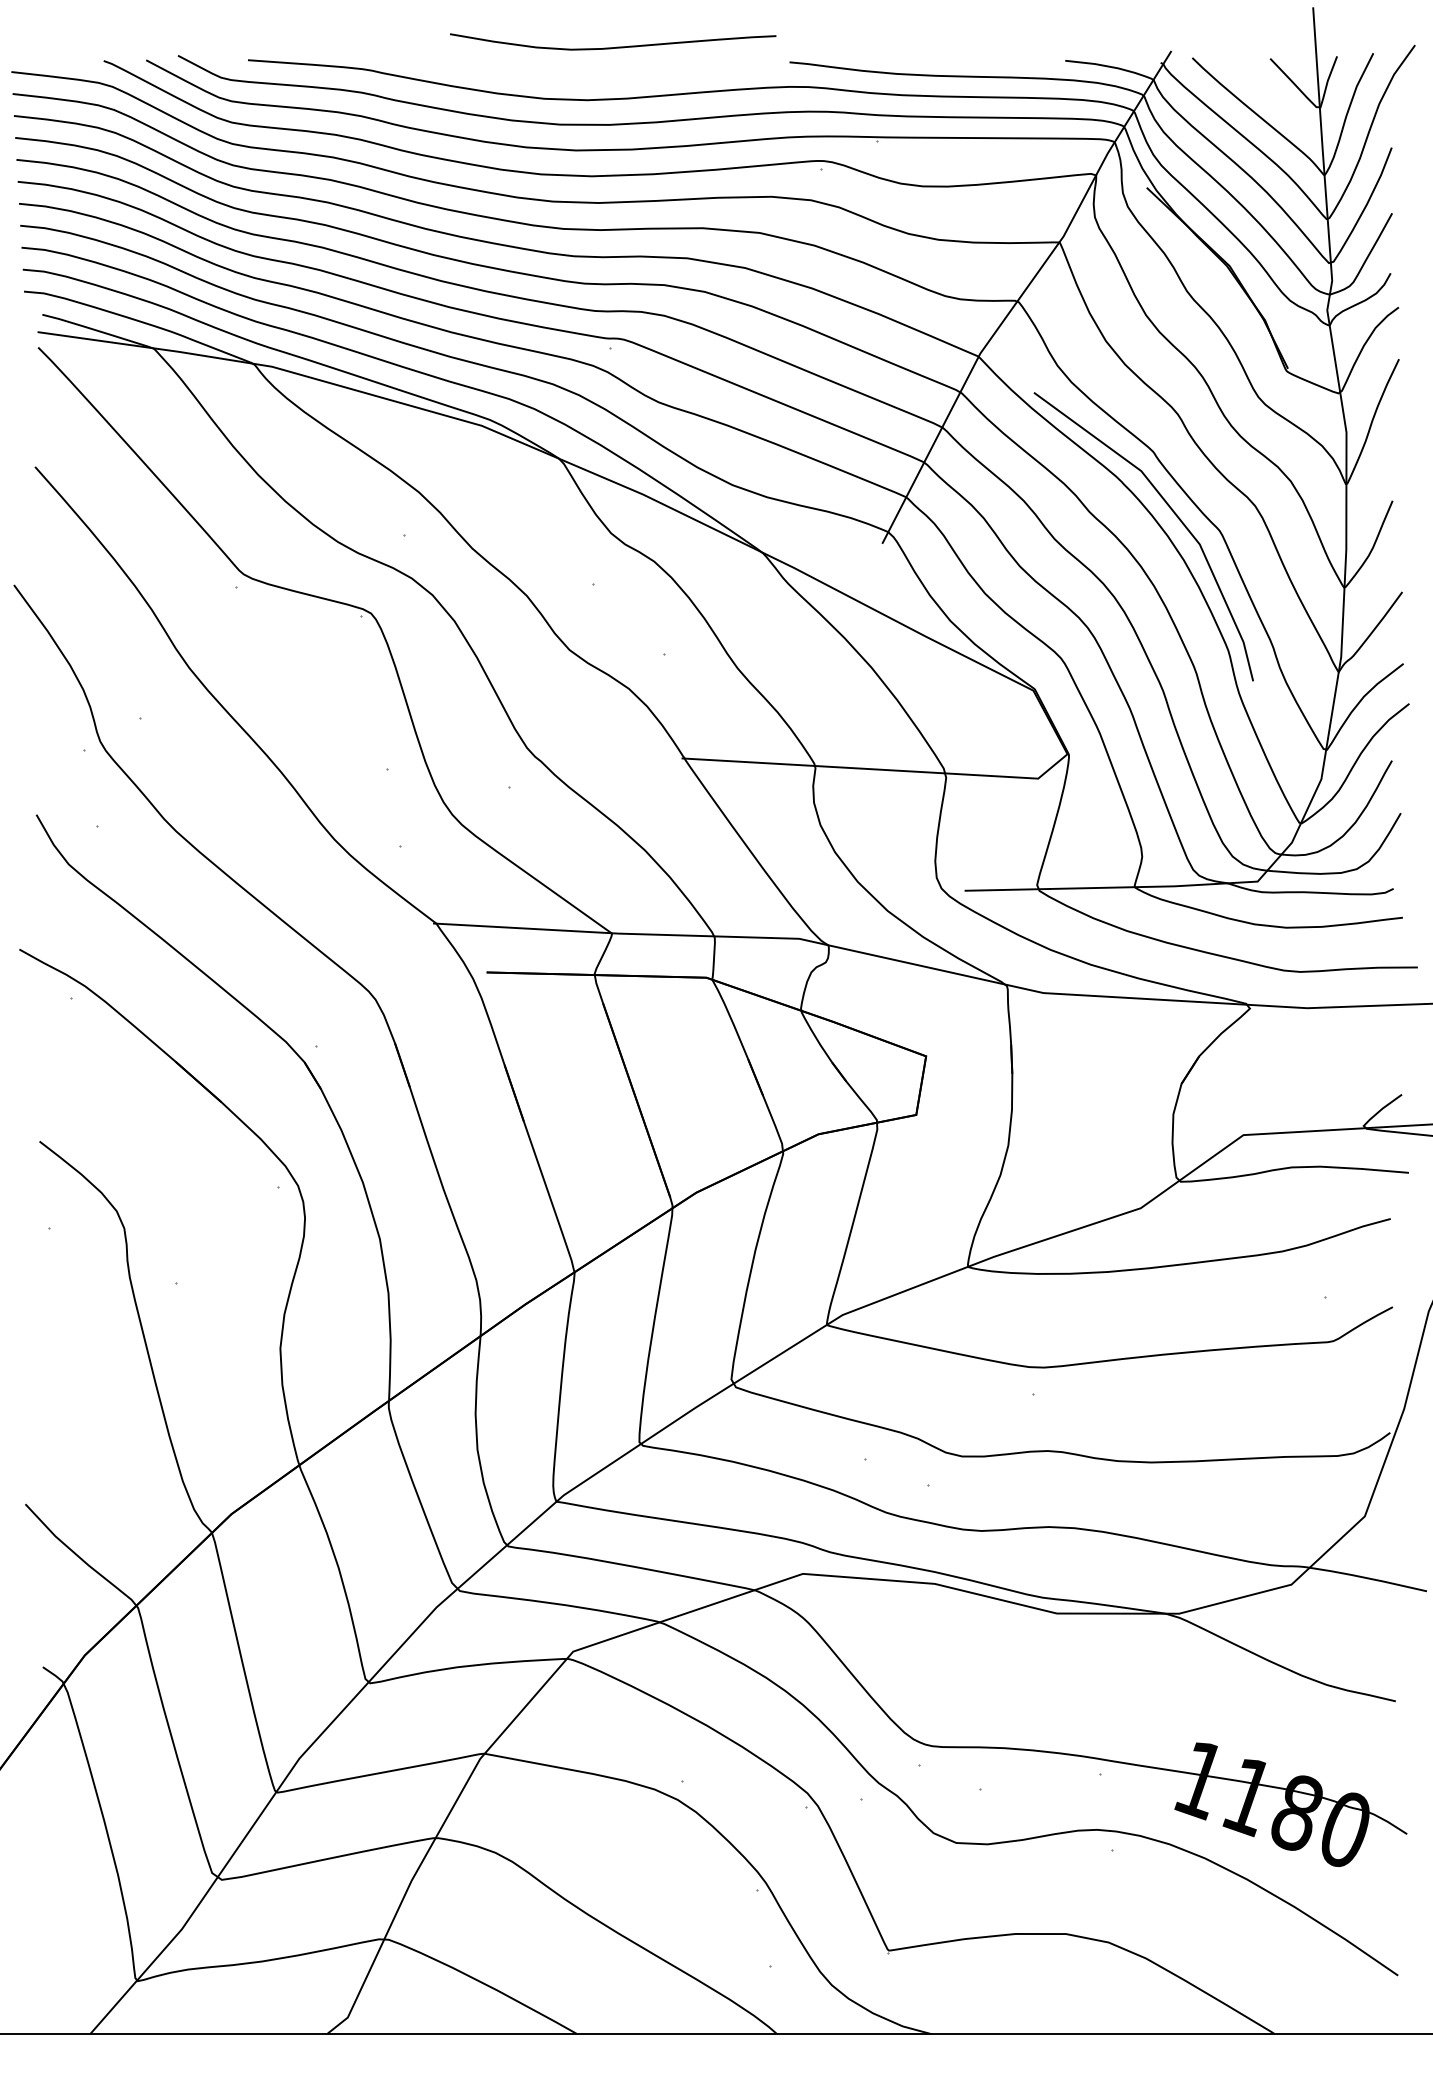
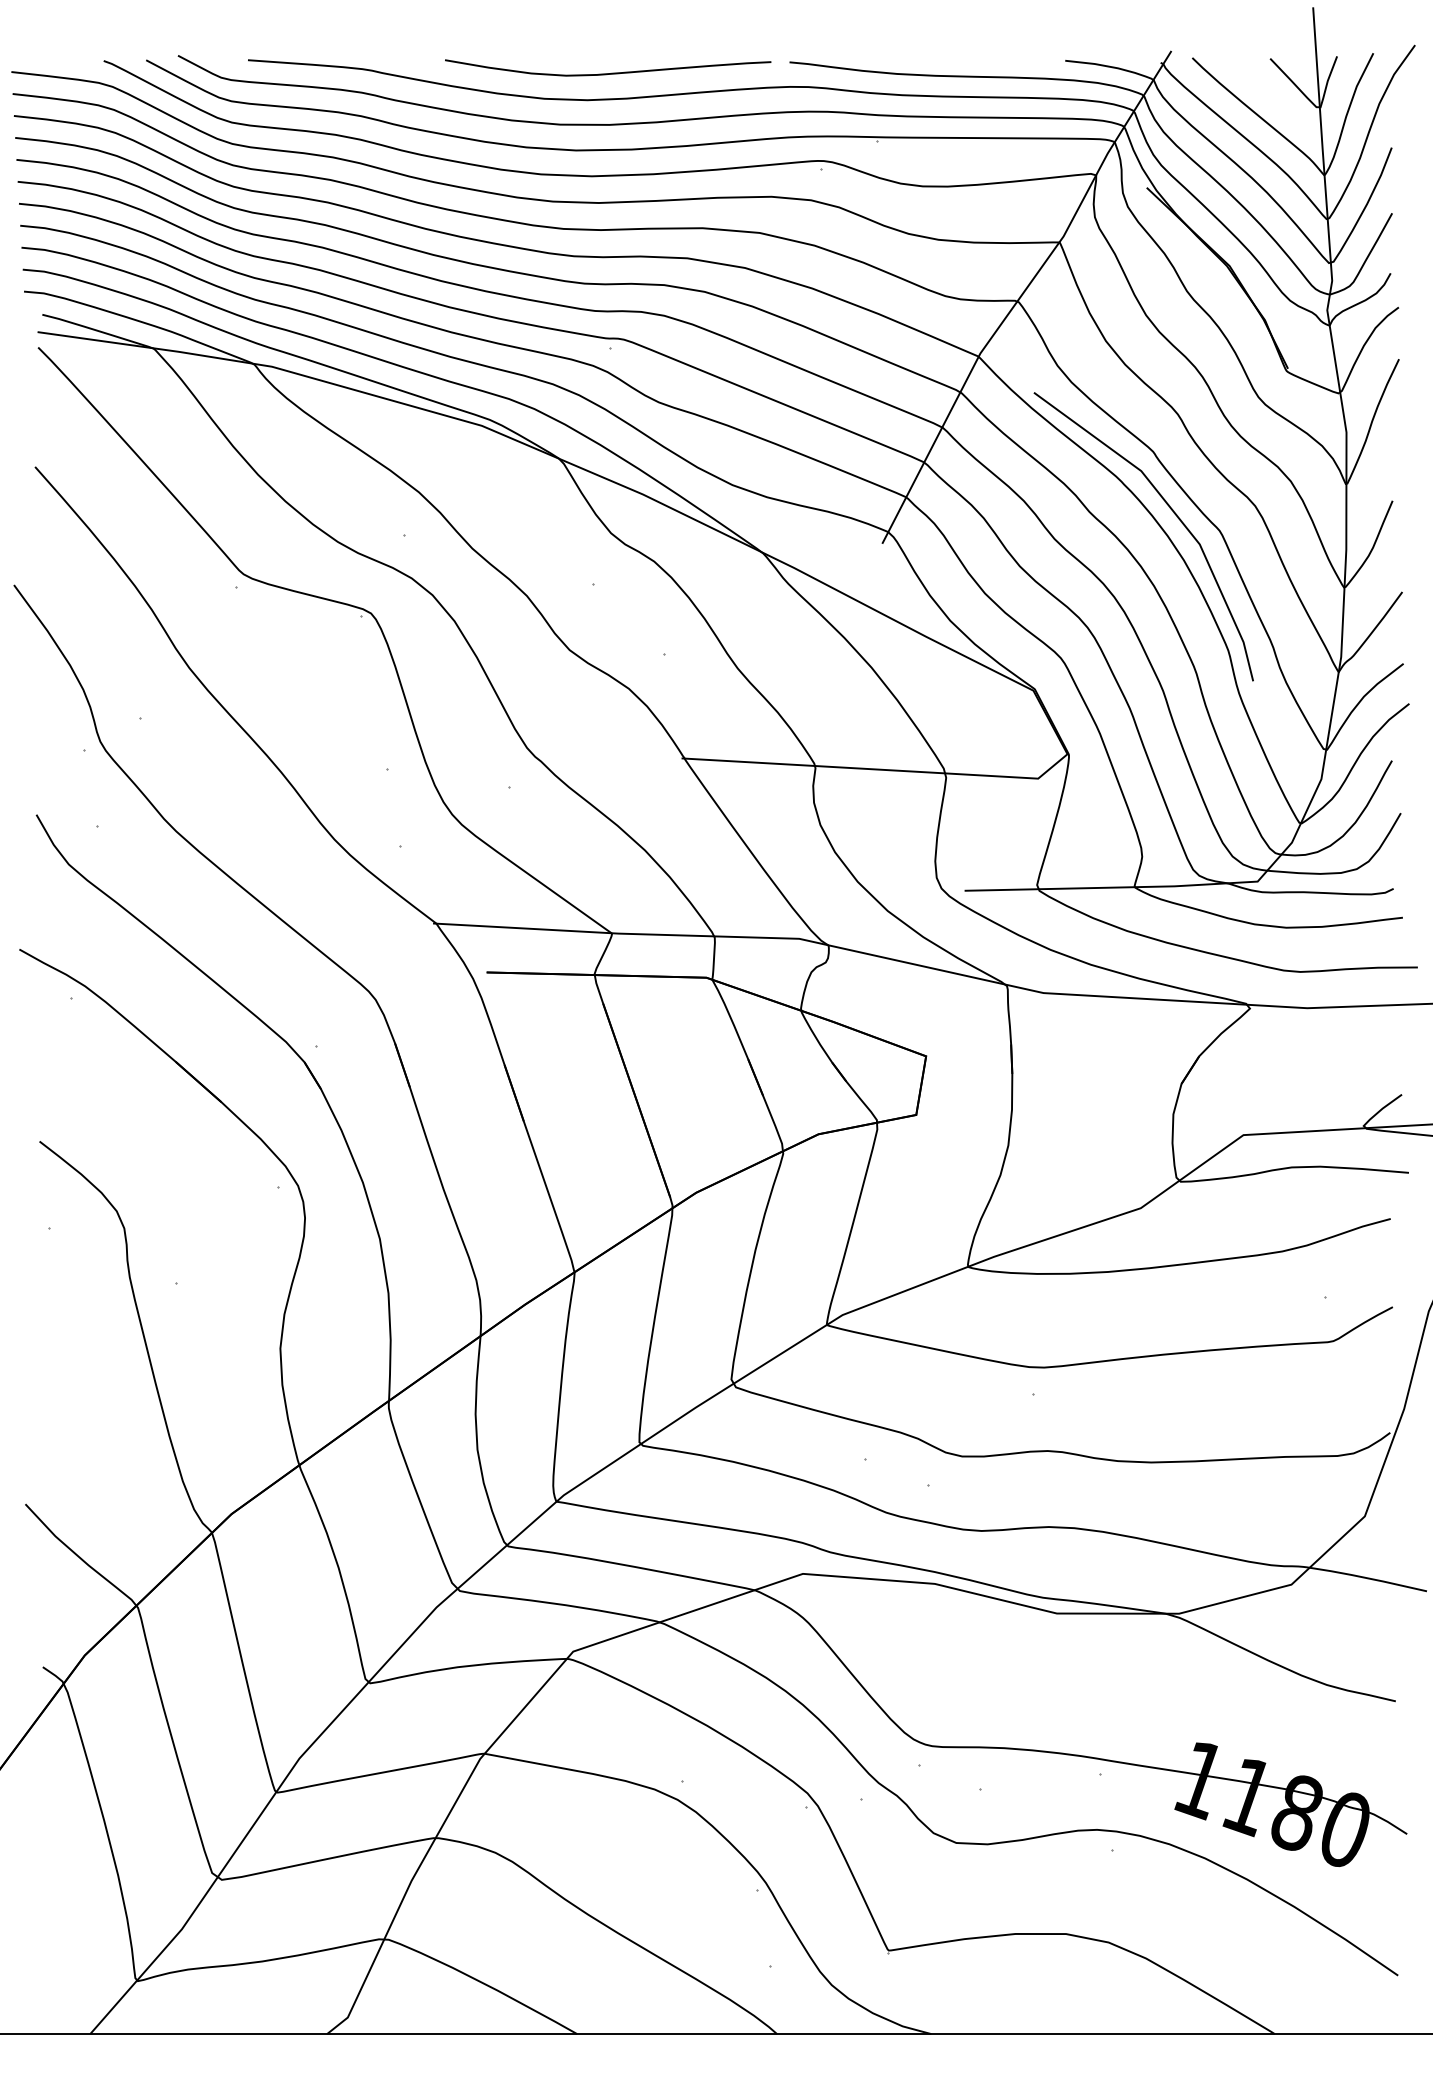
curve at (616, 46) position: (616, 46) -> (611, 72)
